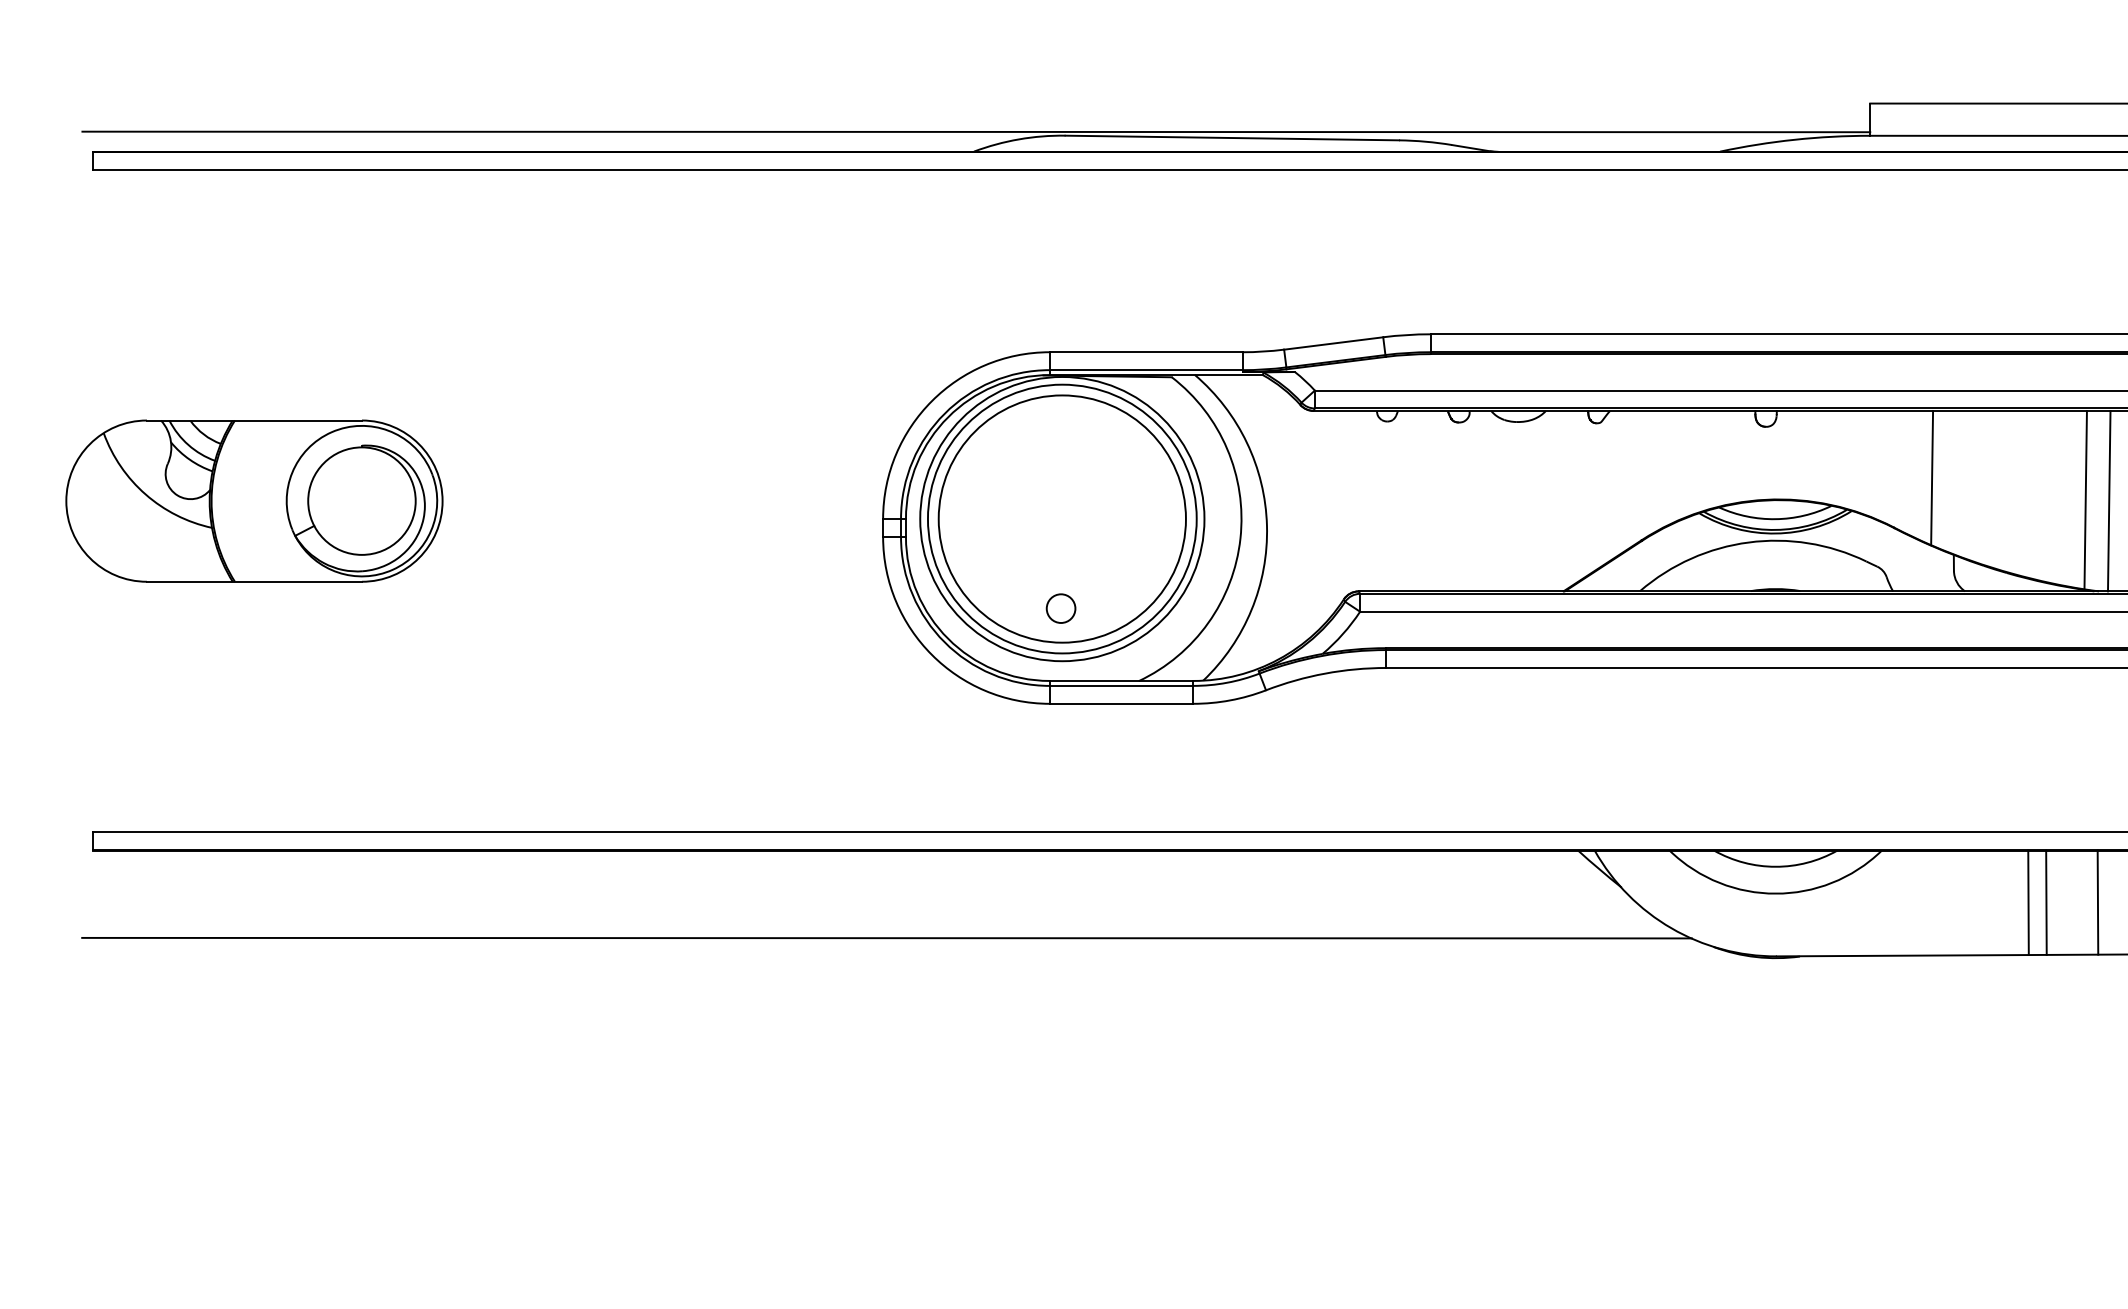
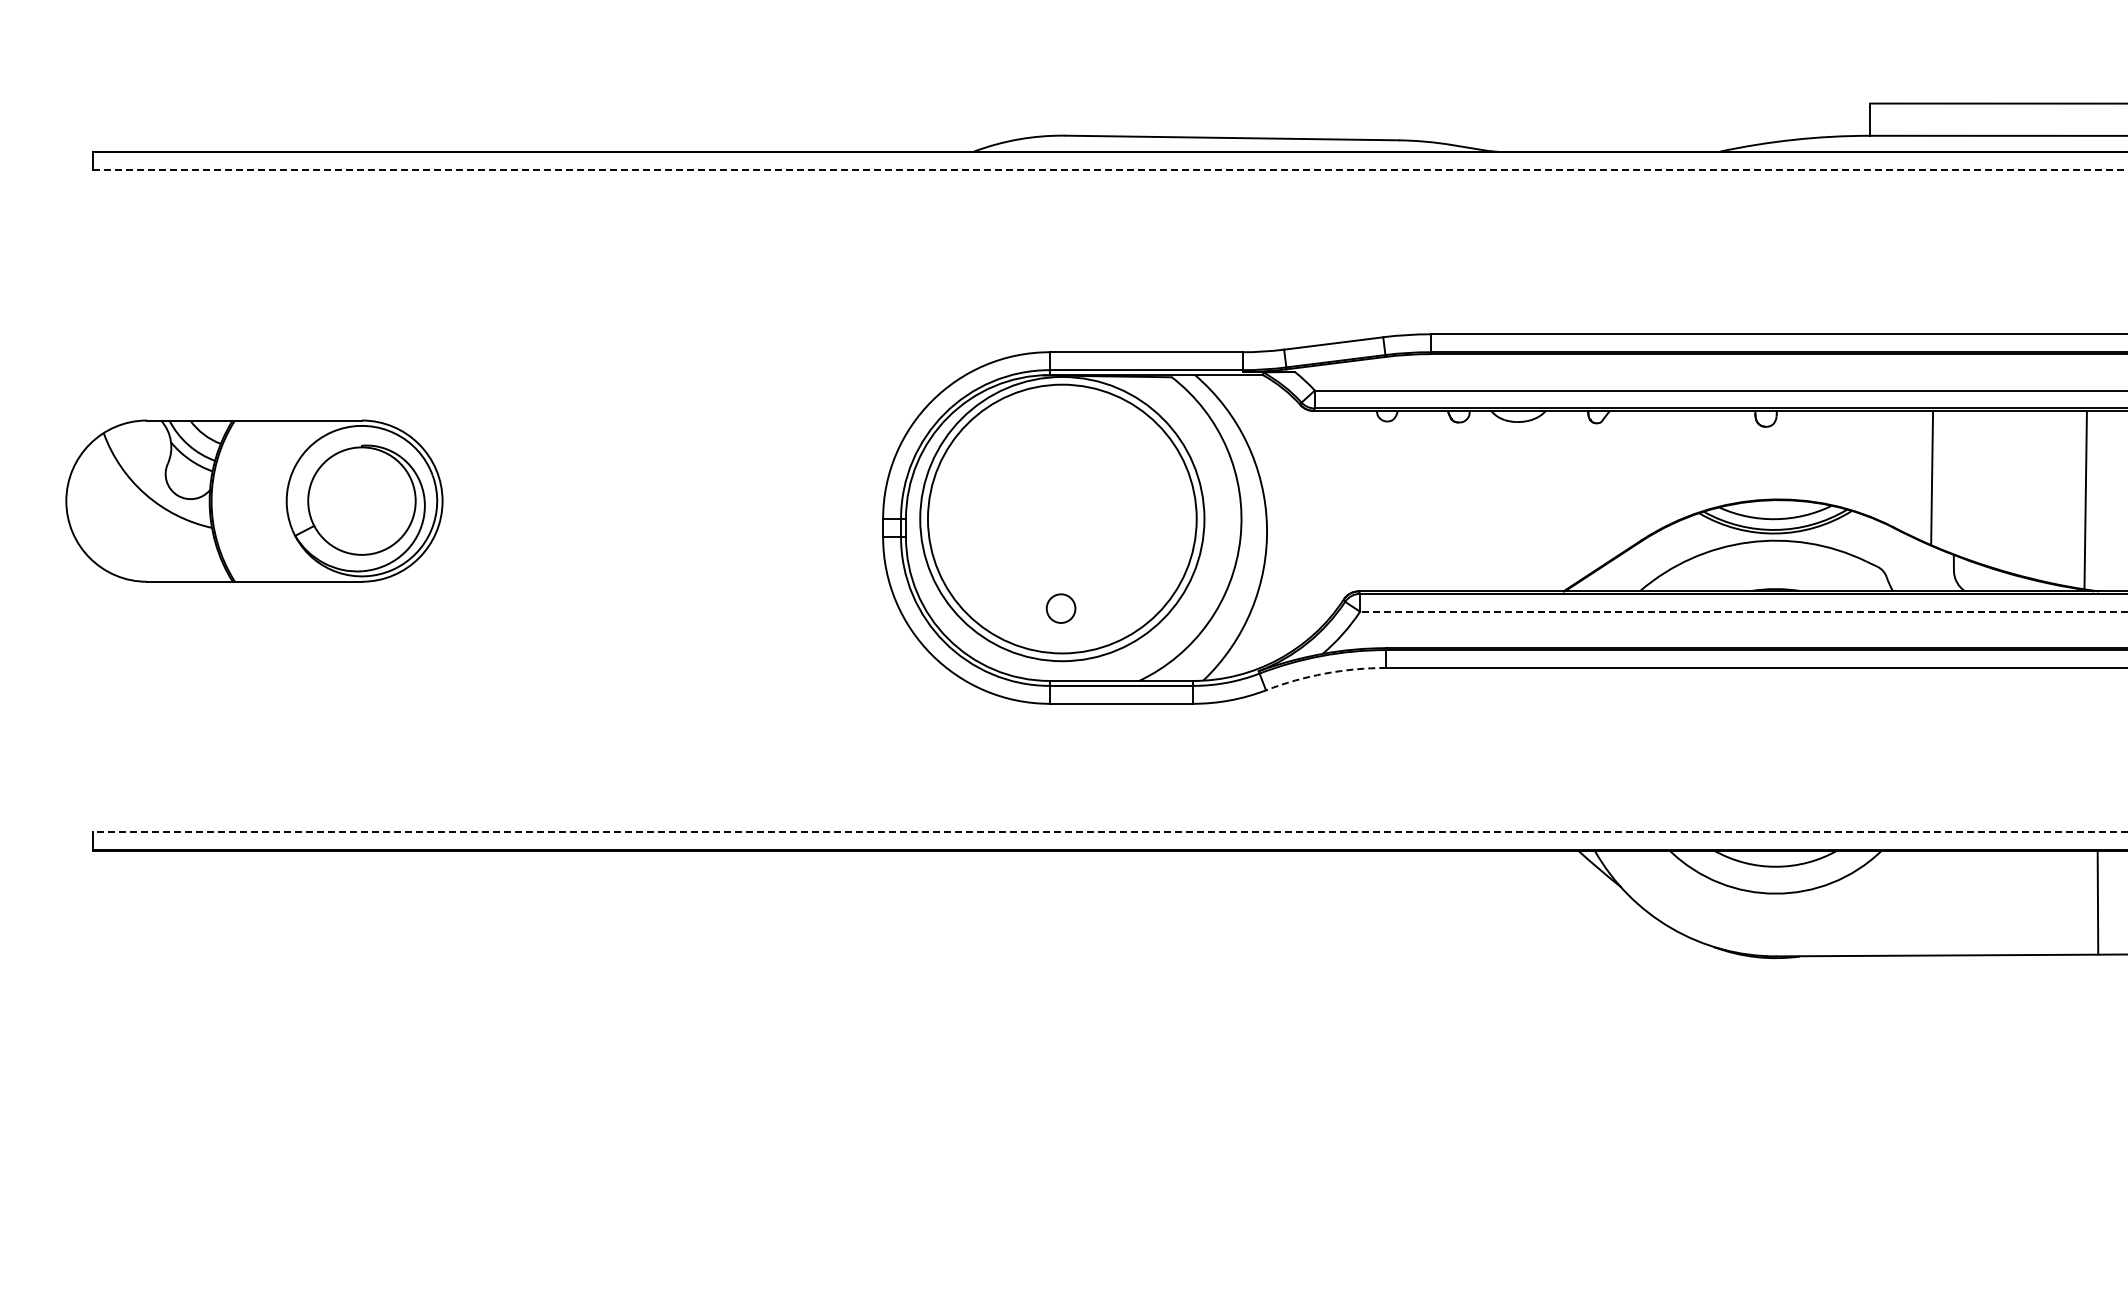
line at (976, 131): present -> none
line at (1110, 170): solid -> dashed
line at (2108, 500): present -> none
circle at (1061, 518): present -> none
line at (1743, 611): solid -> dashed
arc at (1325, 673): solid -> dashed
line at (1109, 832): solid -> dashed
line at (2028, 902): present -> none
line at (2046, 902): present -> none
line at (886, 937): present -> none
